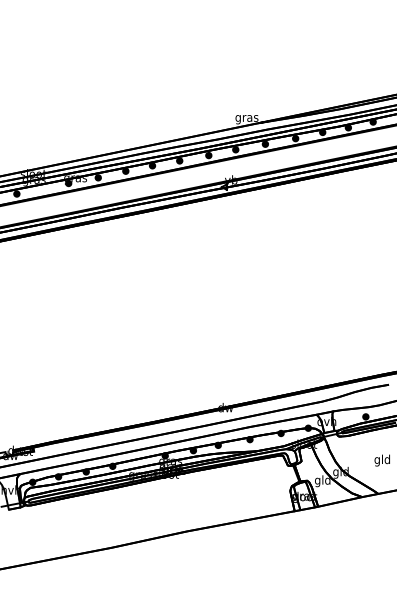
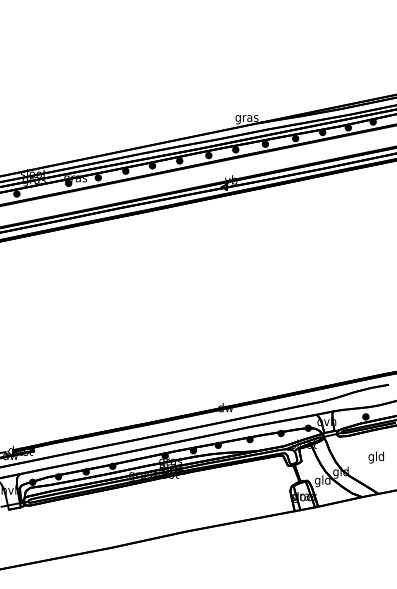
text at (381, 460) position: (381, 460) -> (375, 457)
